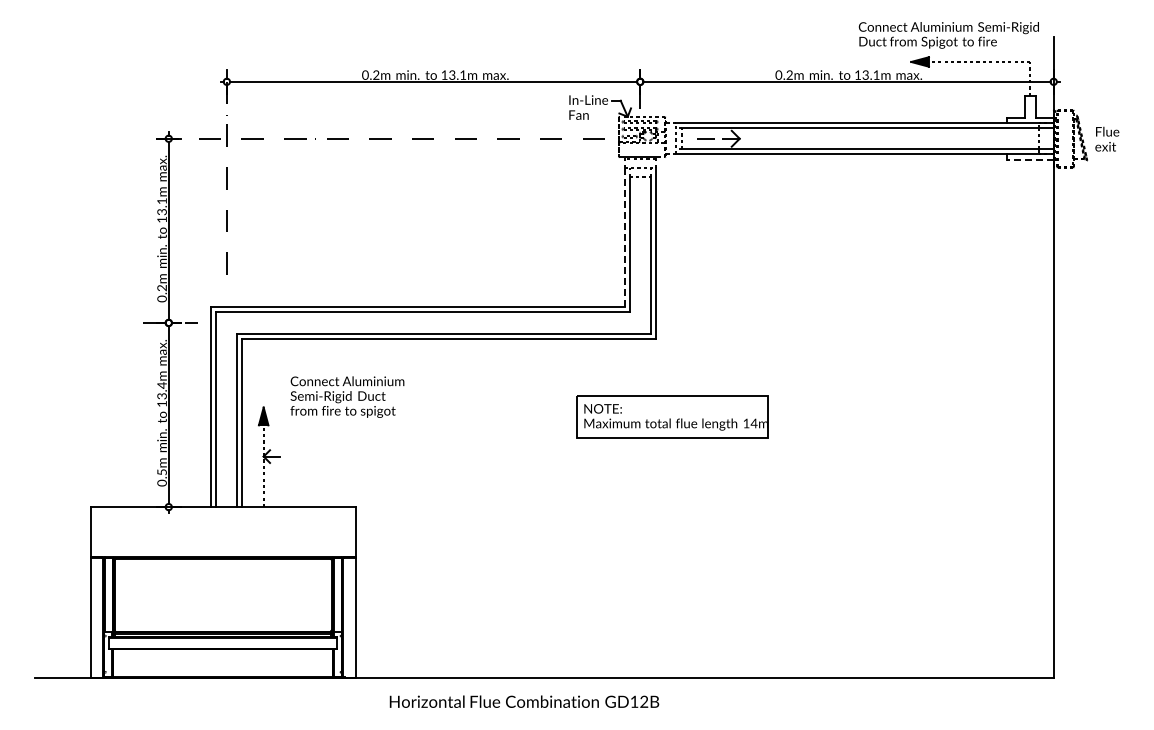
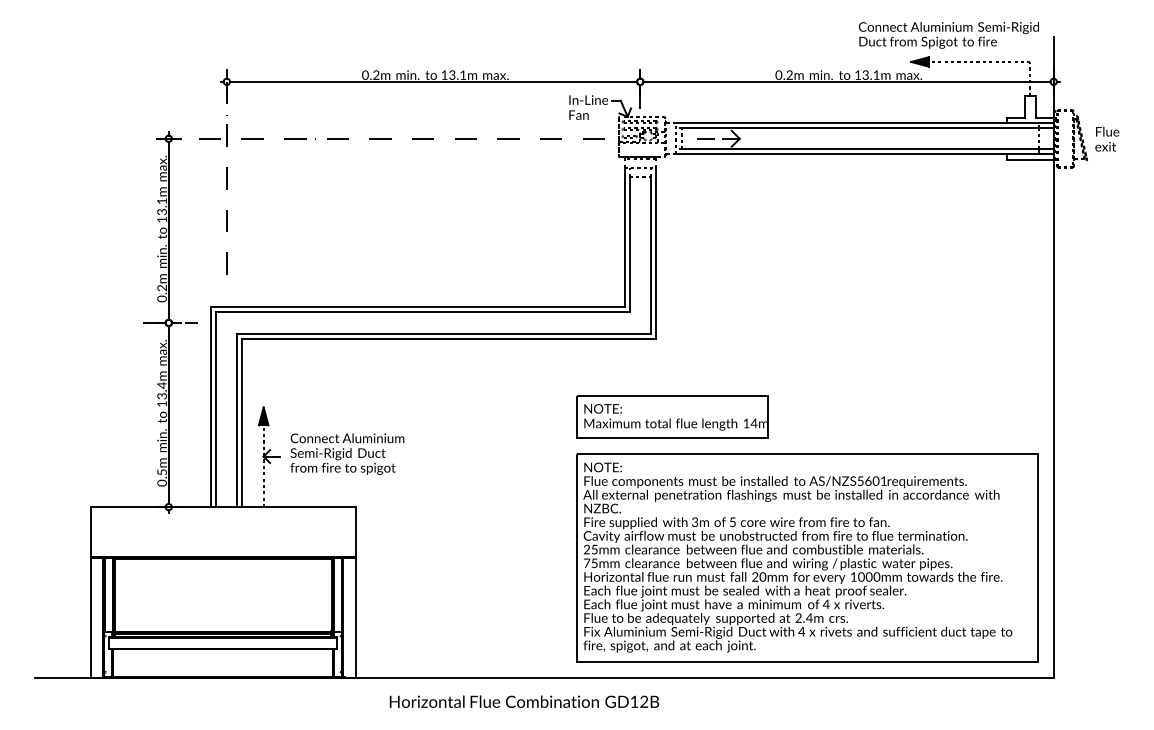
line at (1029, 159): dashed -> solid
line at (624, 237): dashed -> solid
text at (347, 396) position: (347, 396) -> (347, 453)
part at (807, 557): none -> present
